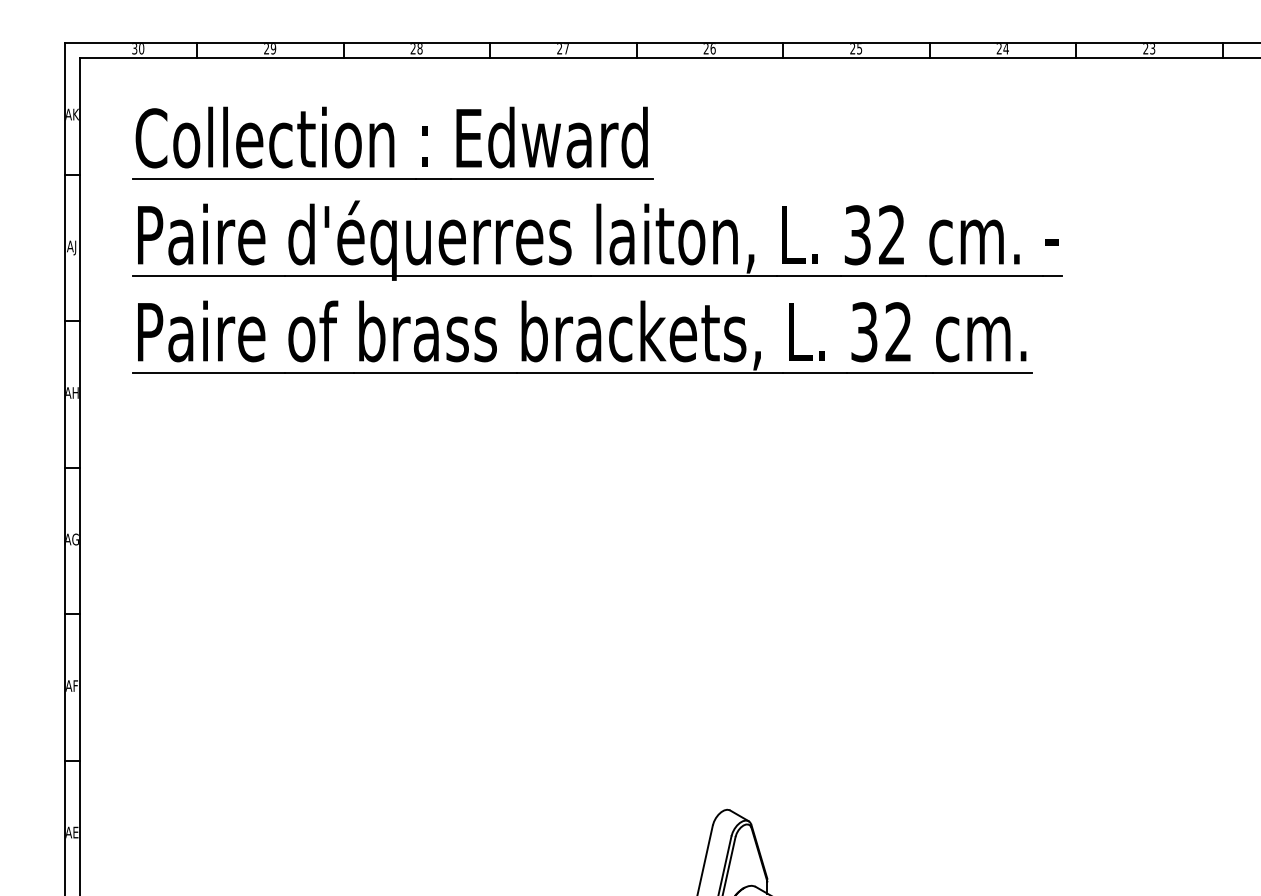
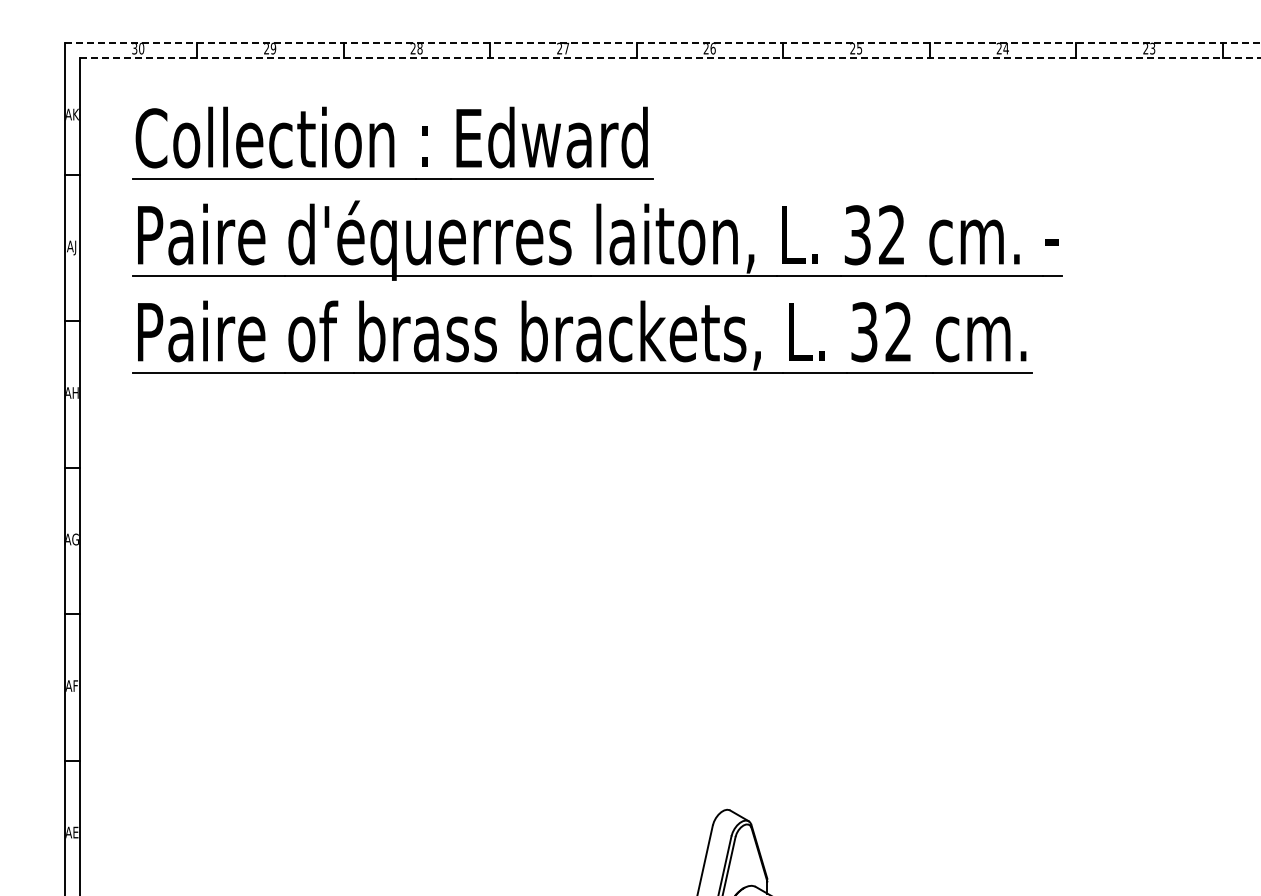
line at (663, 43): solid -> dashed
line at (670, 57): solid -> dashed
